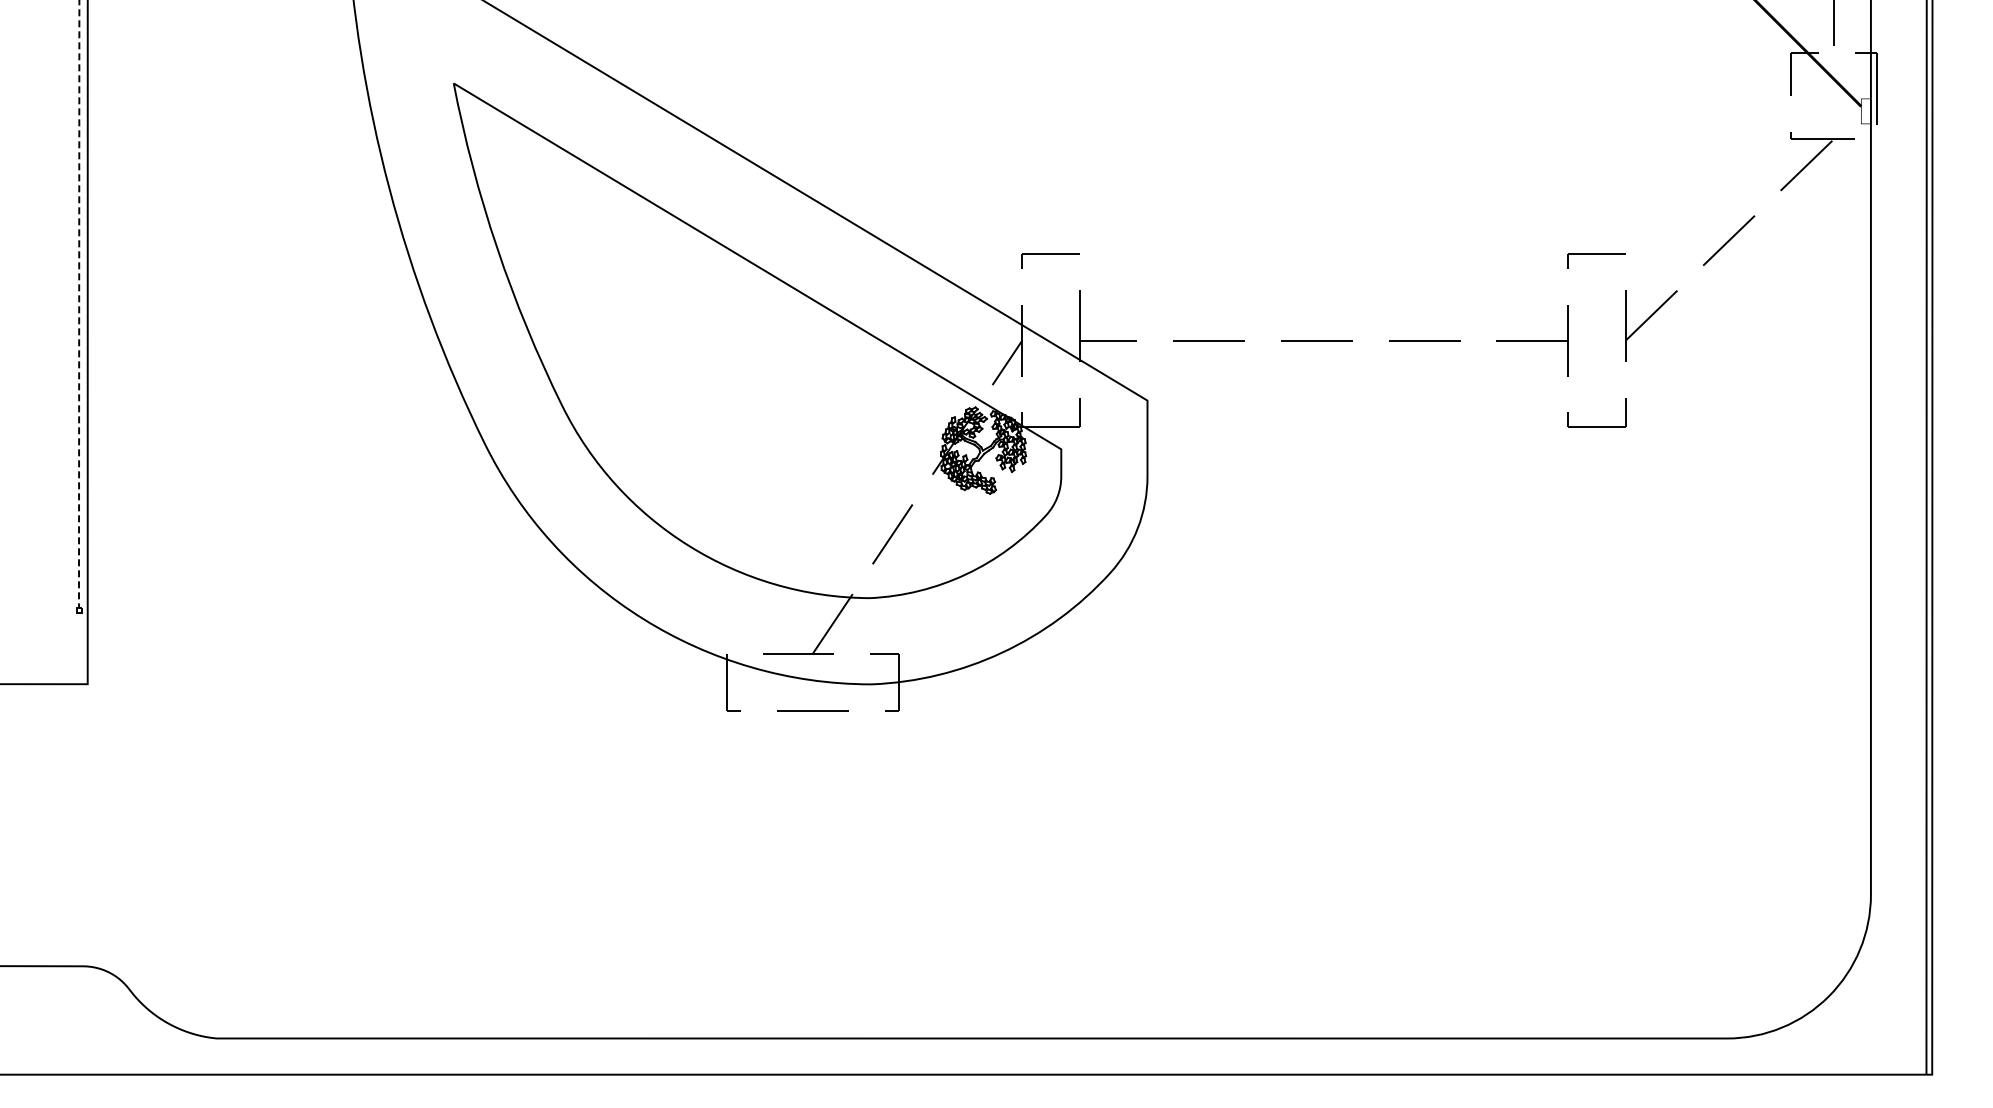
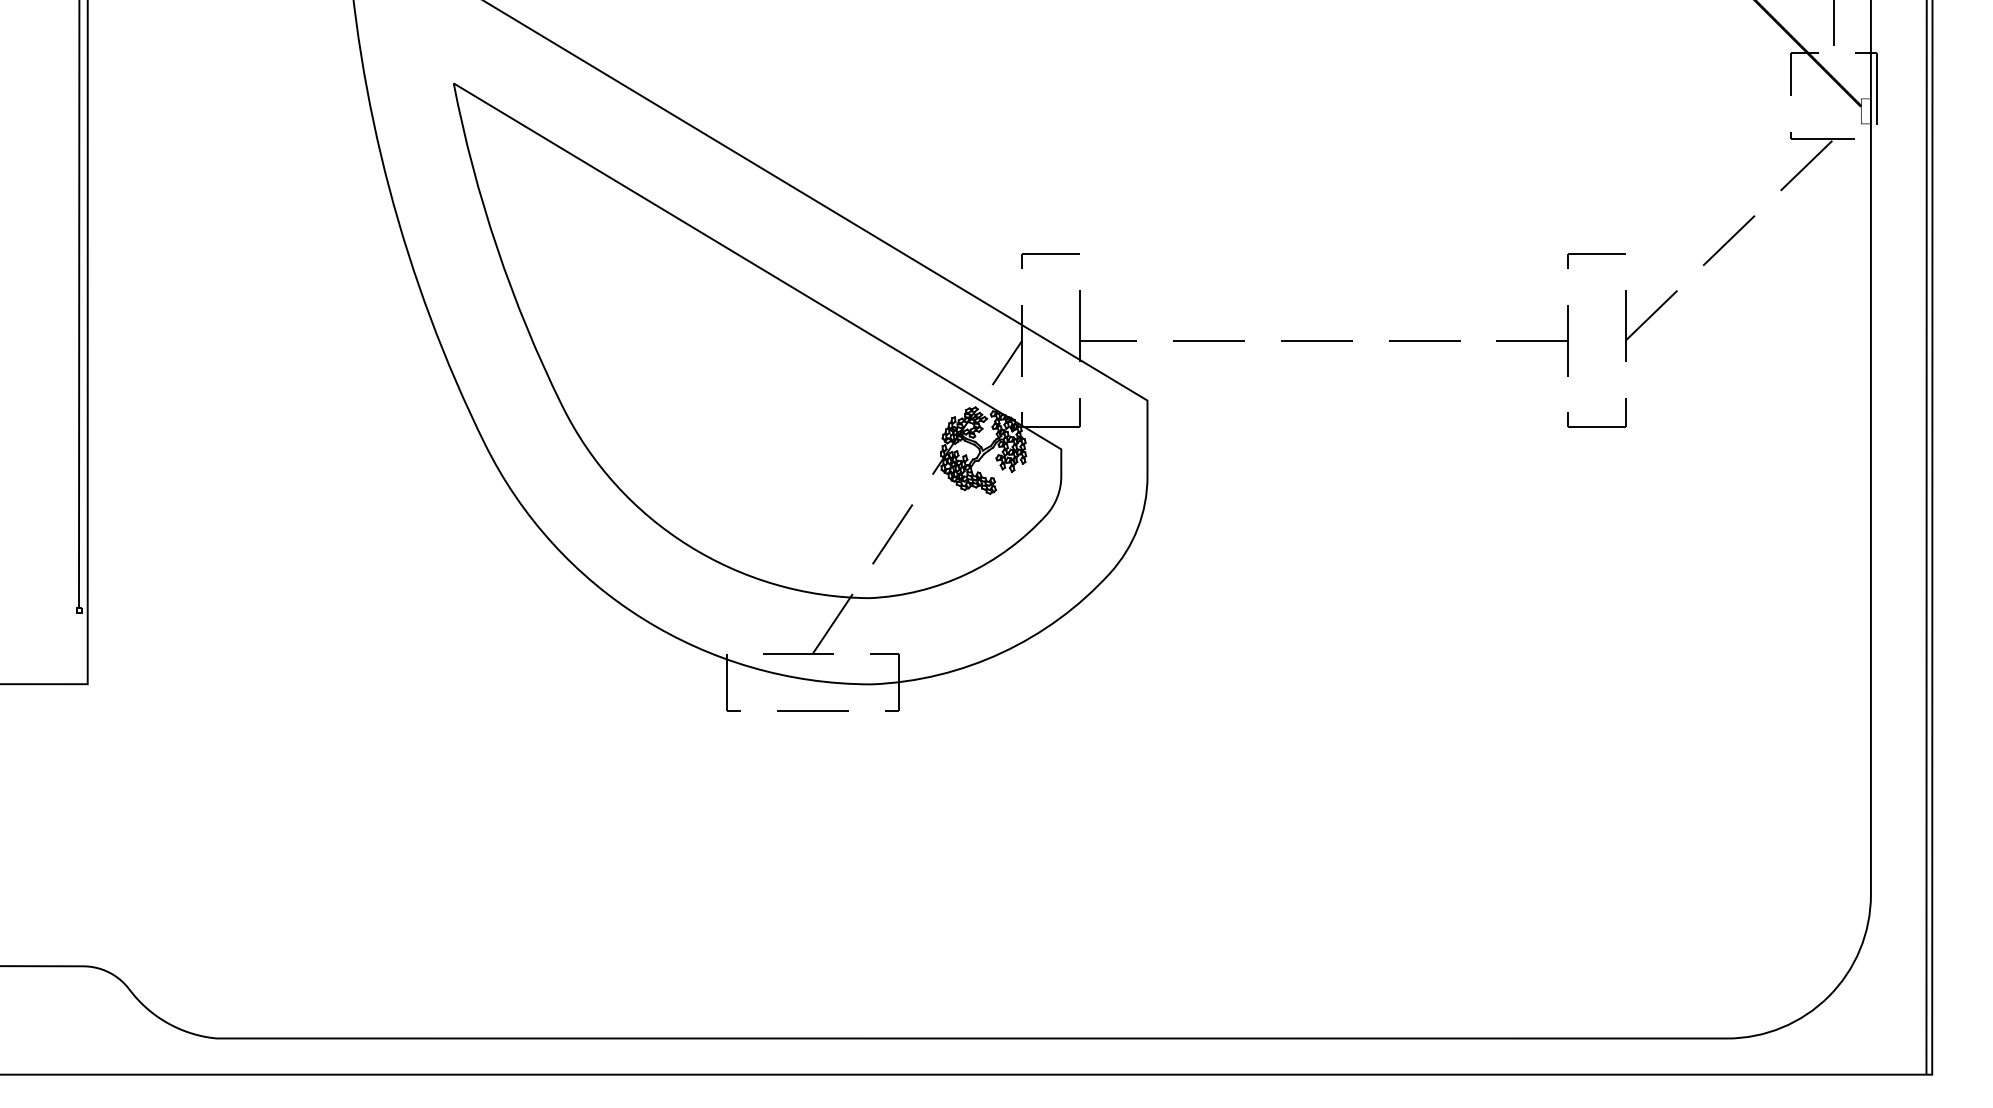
line at (79, 304): dashed -> solid
